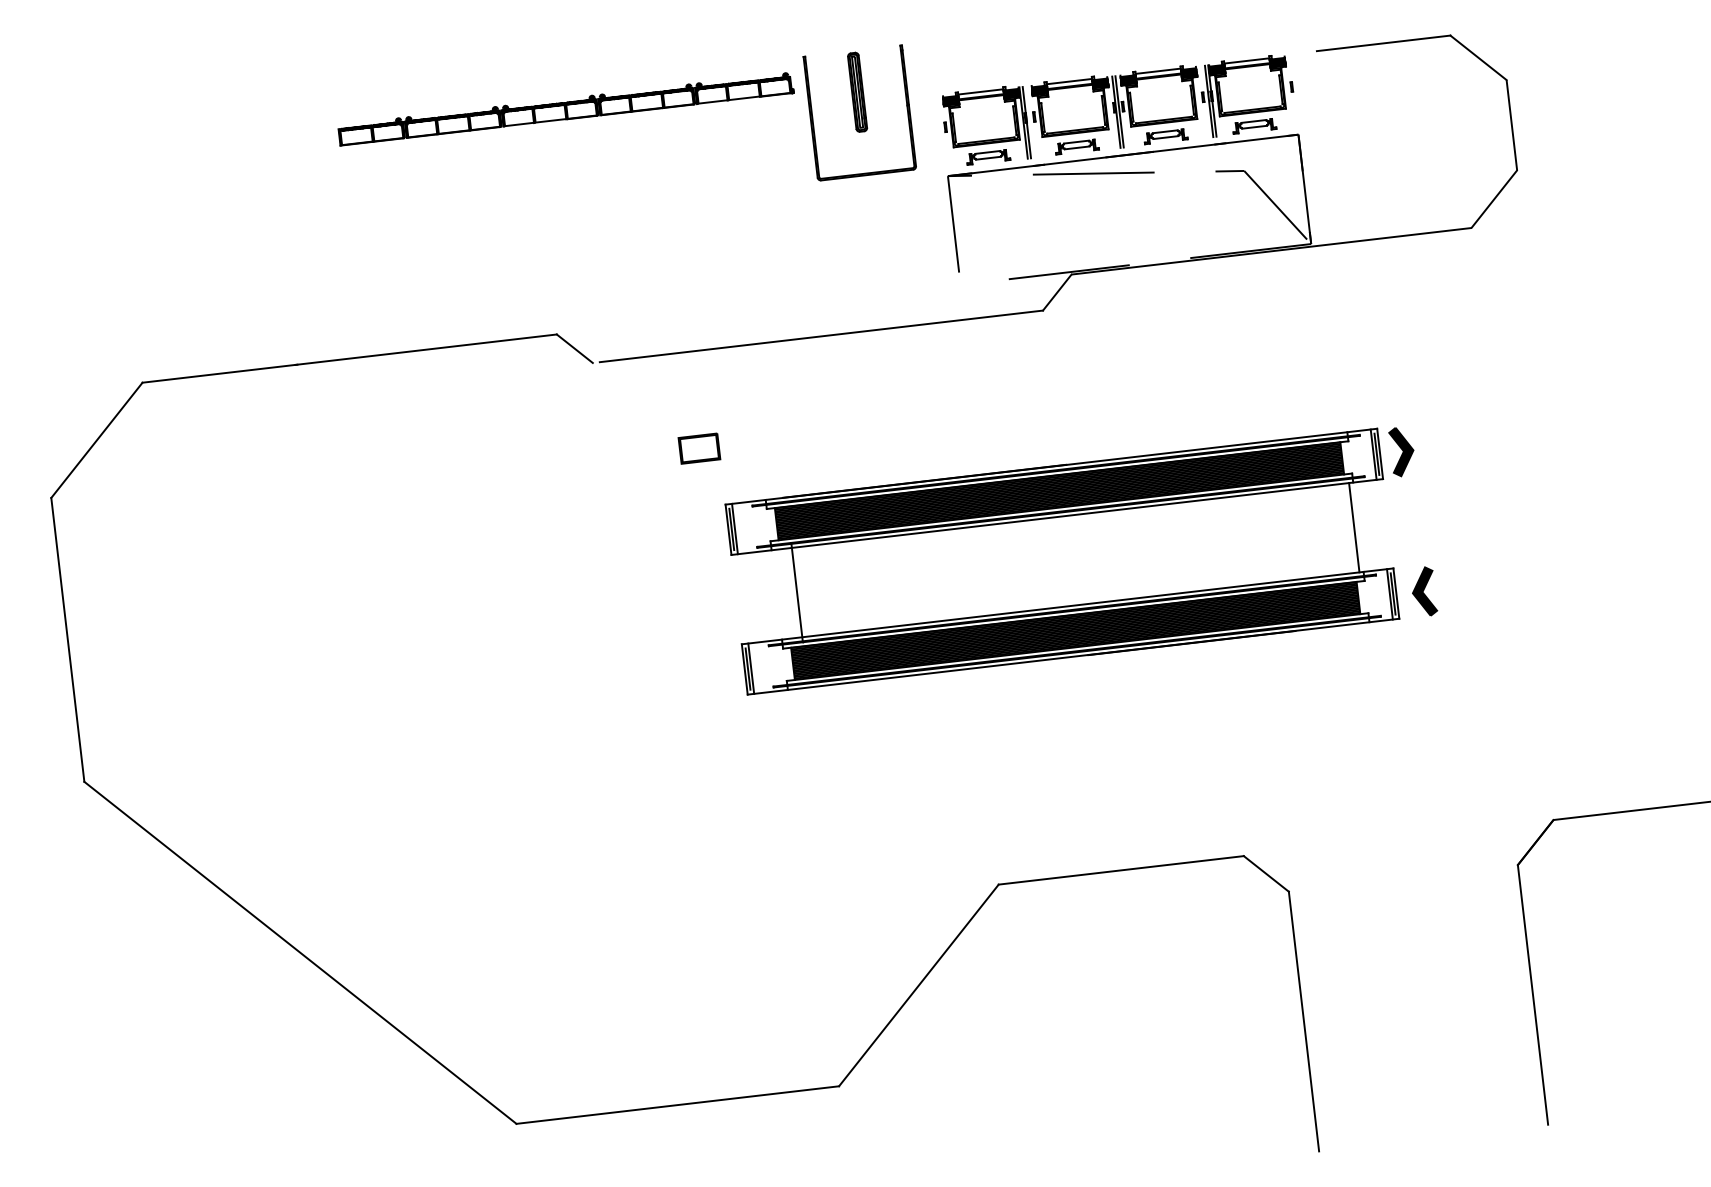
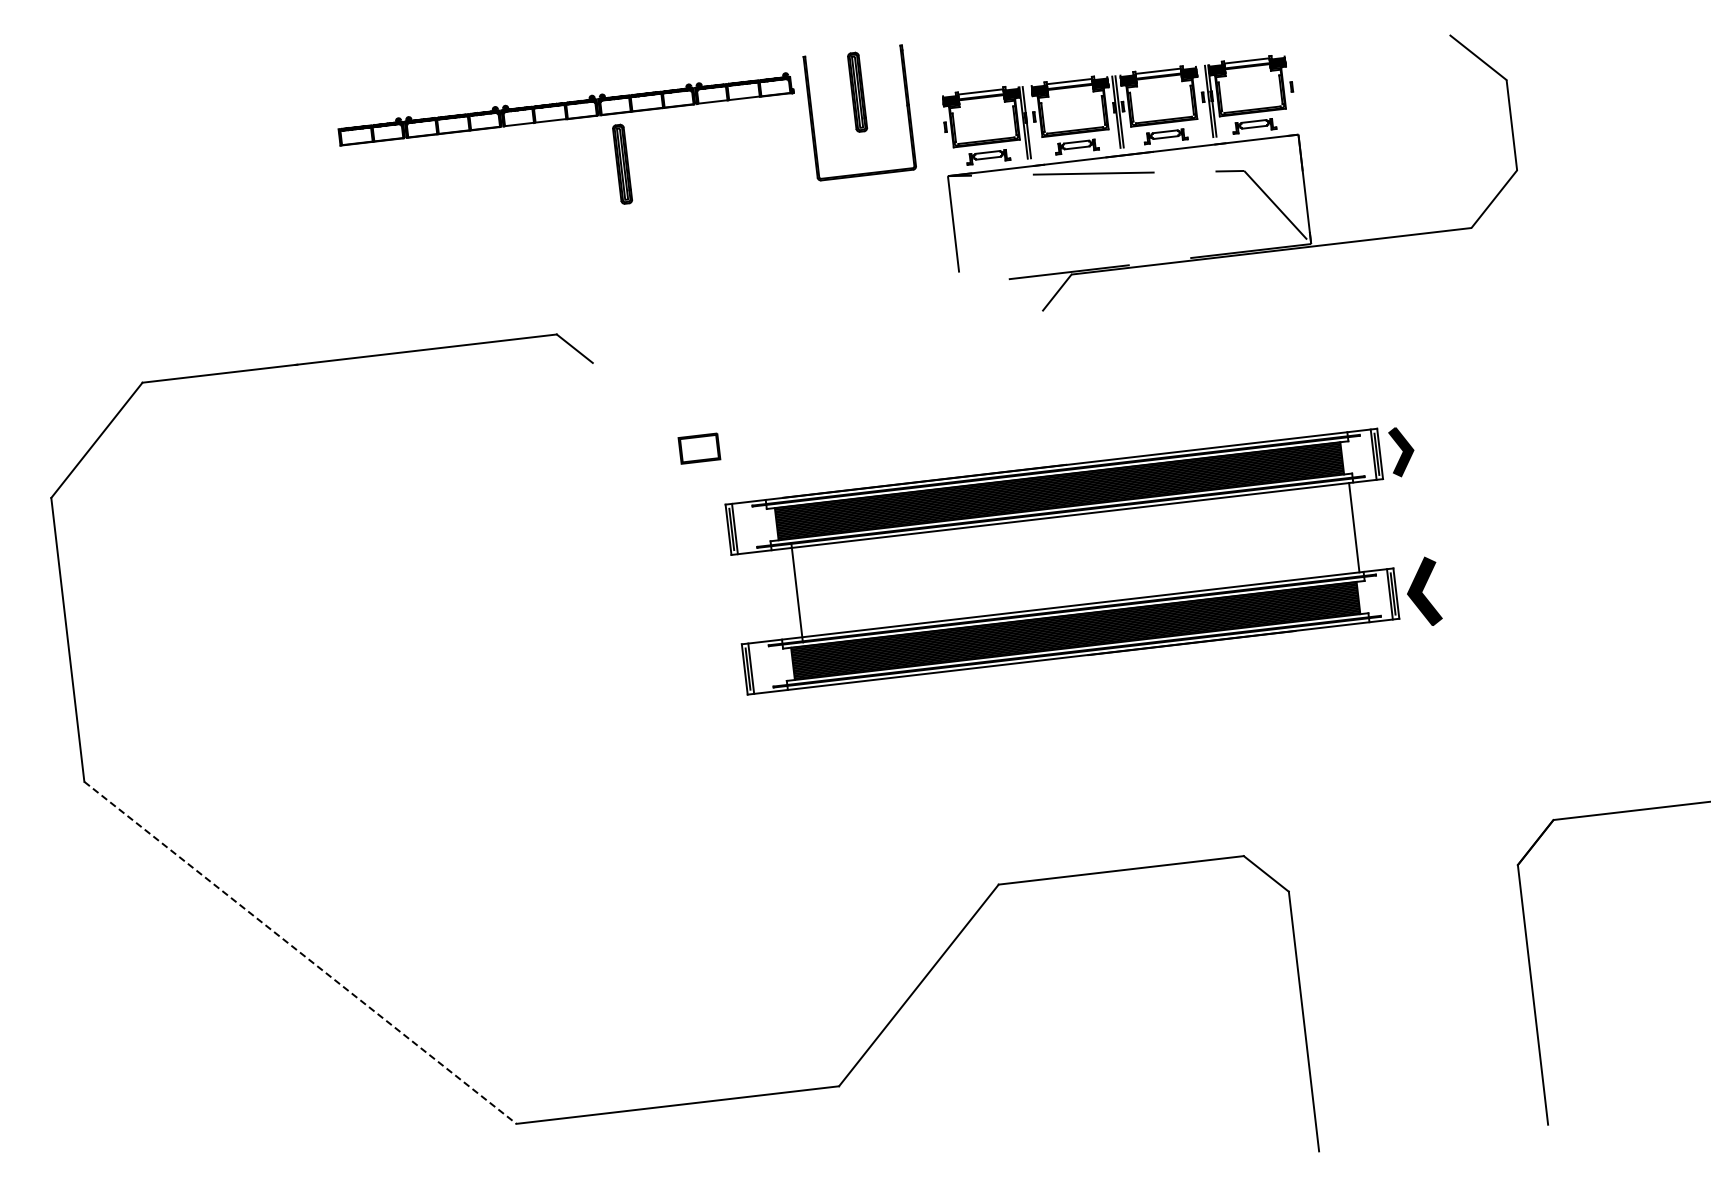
line at (1383, 43): present -> none
part at (622, 163): none -> present
line at (821, 336): present -> none
part at (1425, 591) size: 27x51 px -> 36x70 px
line at (300, 952): solid -> dashed
